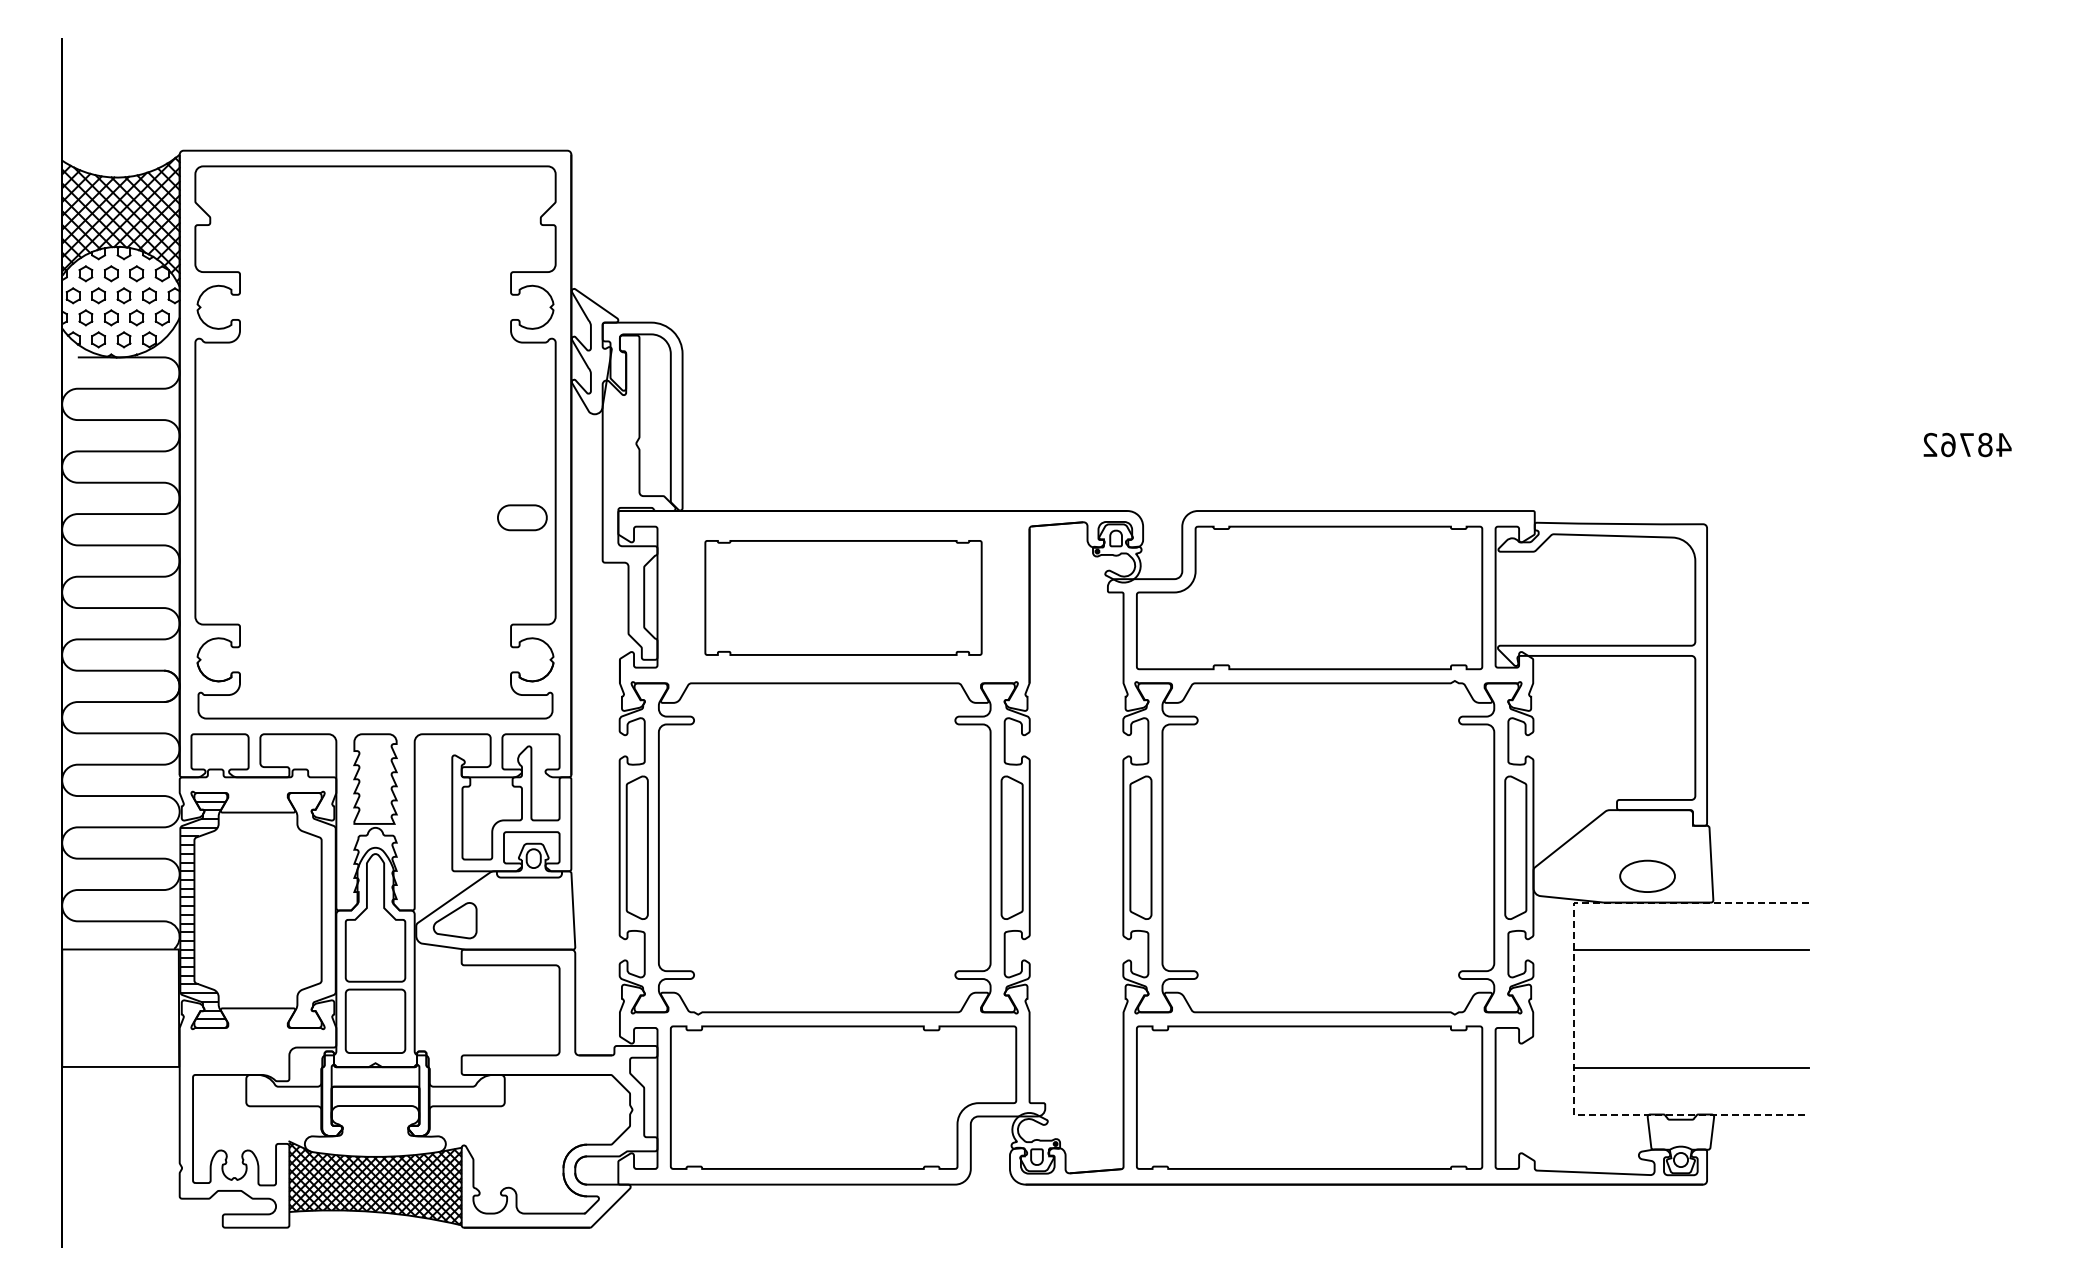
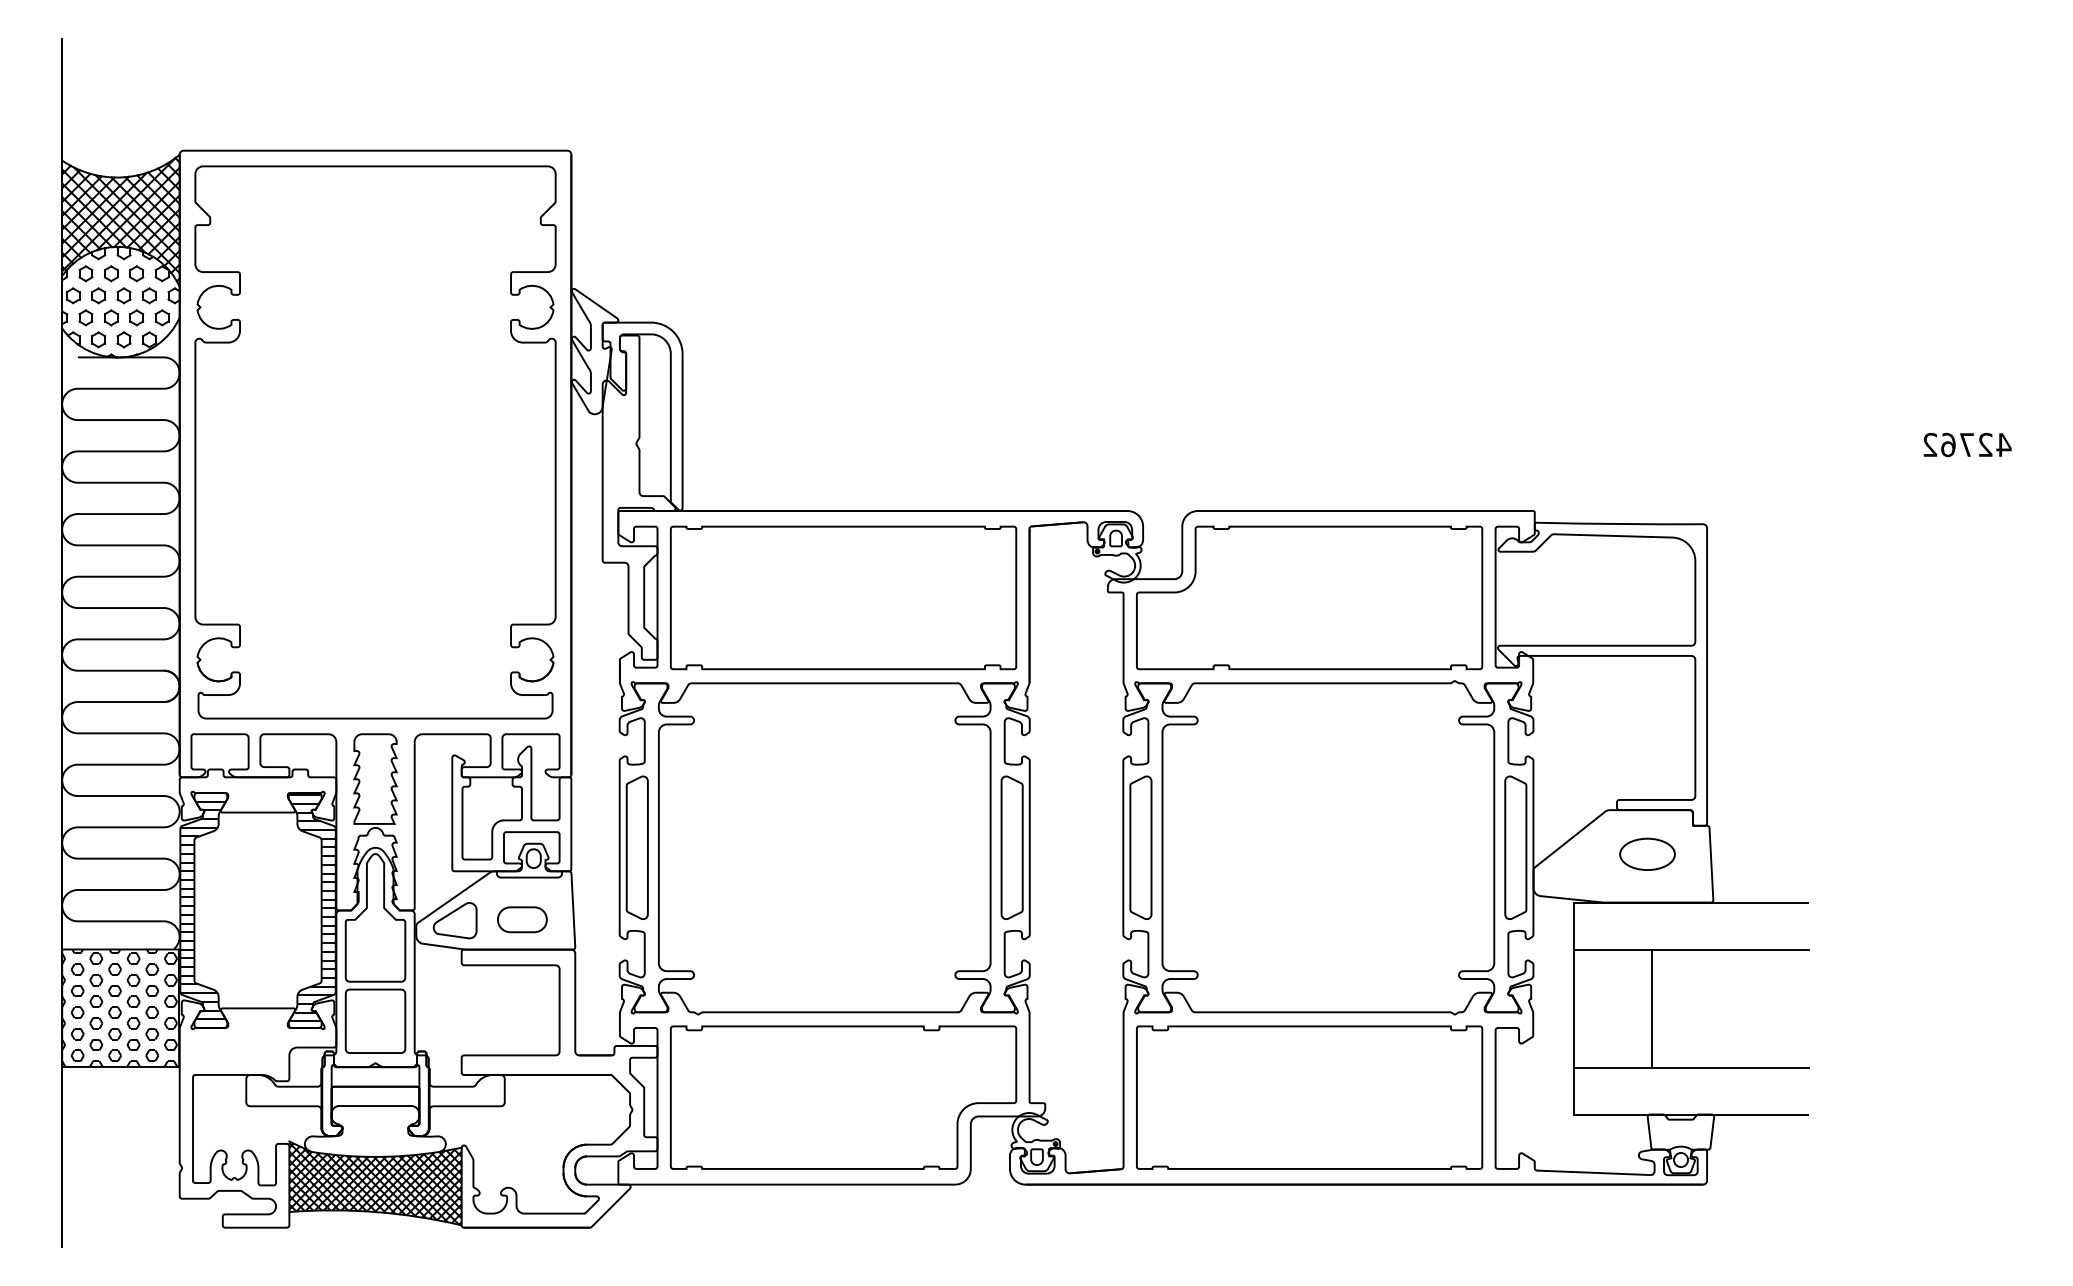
text at (1985, 445): 48762 -> 42762
part at (522, 517) position: (522, 517) -> (522, 919)
part at (843, 597) size: 279x116 px -> 349x146 px
part at (1647, 875) position: (1647, 875) -> (1647, 853)
hatch at (311, 908): none -> present
hatch at (119, 1007): none -> present
line at (1573, 1008): dashed -> solid
line at (1652, 1008): none -> present
